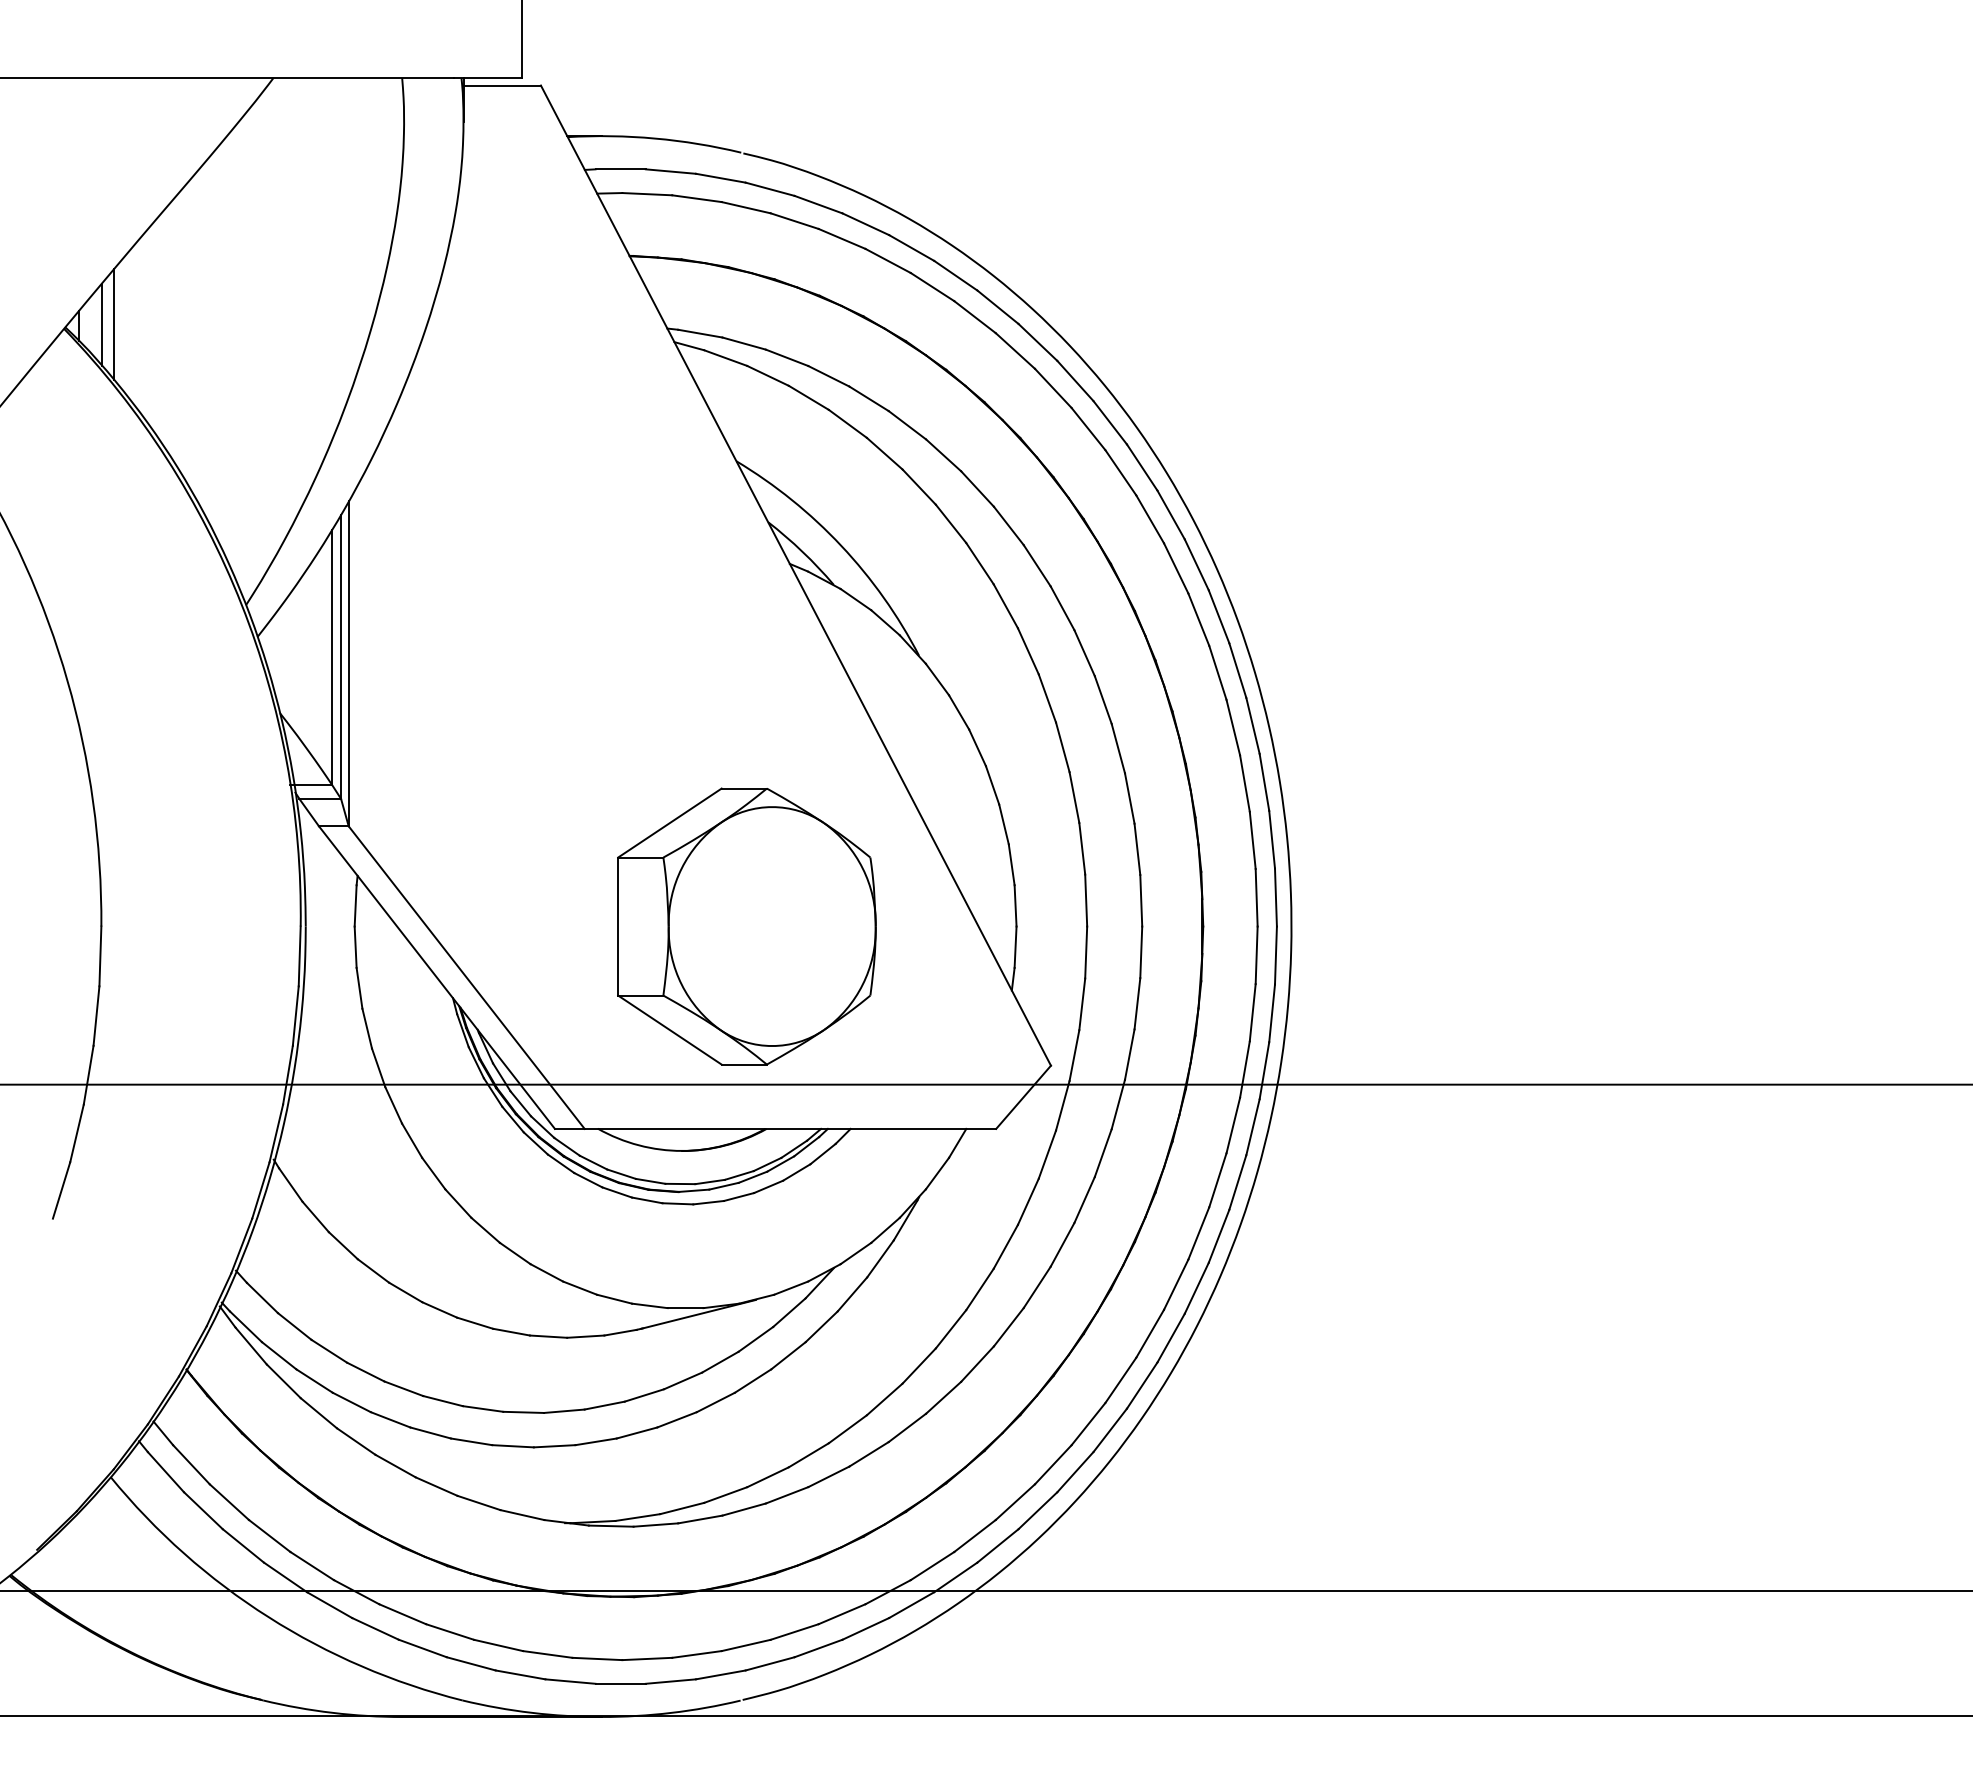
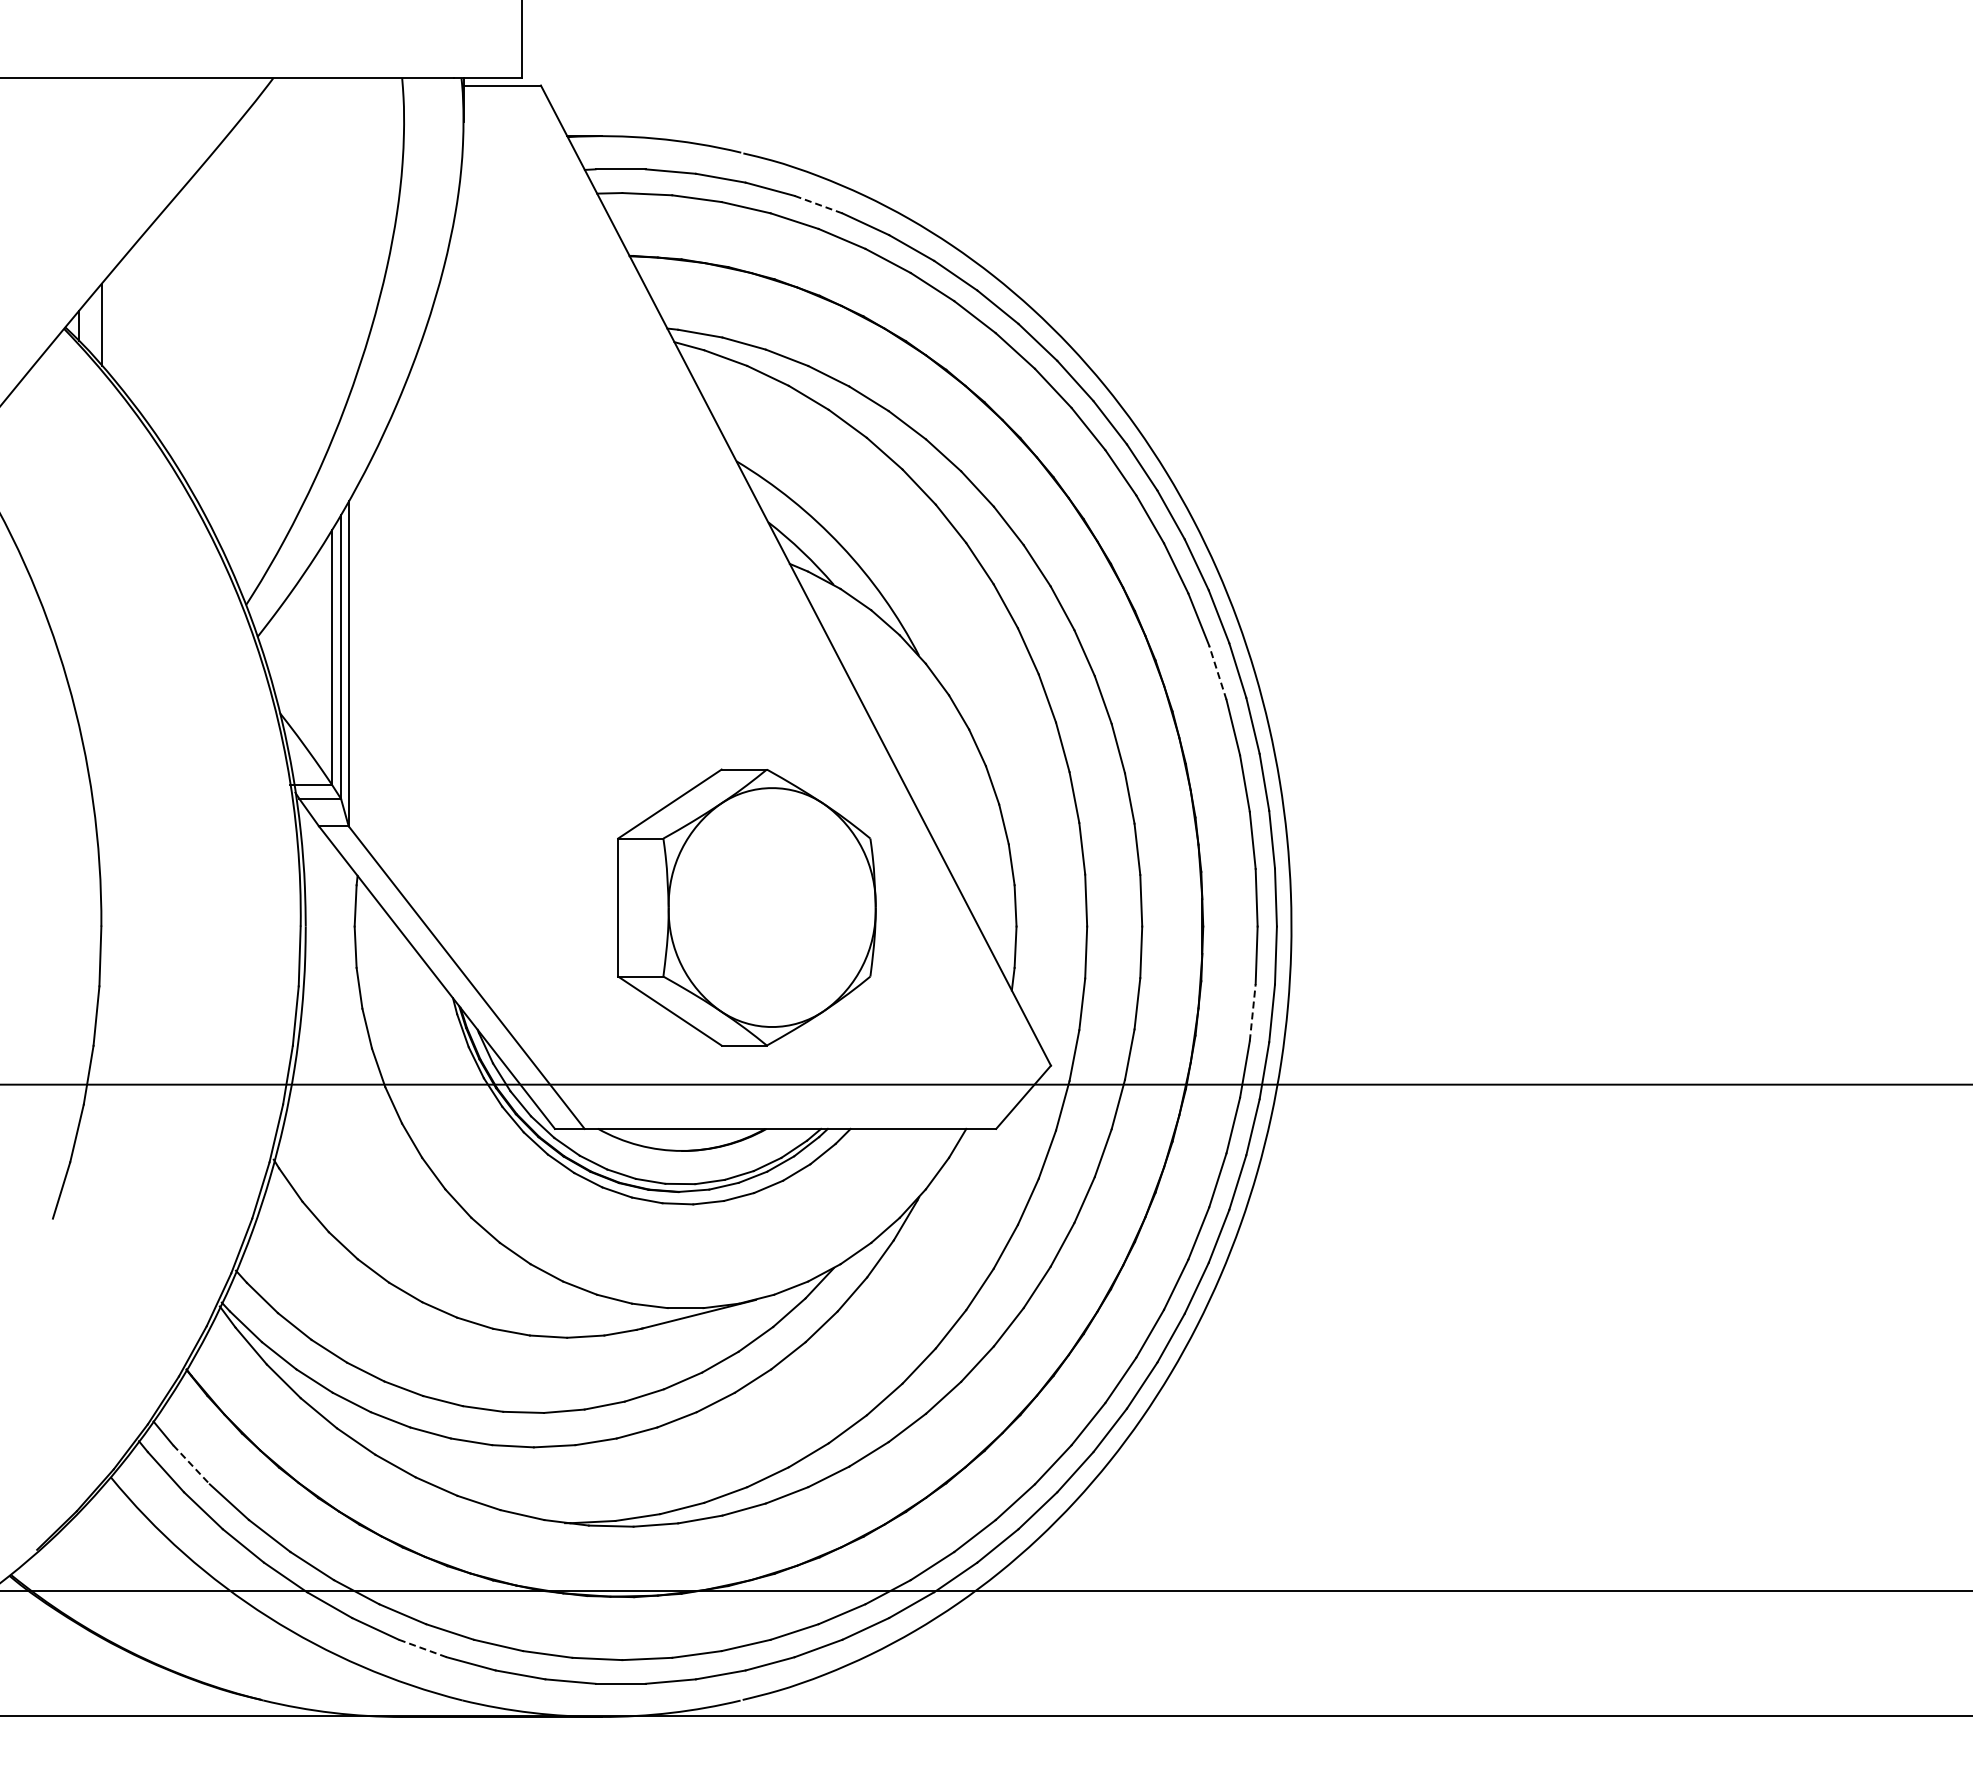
line at (818, 204): solid -> dashed
line at (114, 324): present -> none
line at (1217, 672): solid -> dashed
part at (746, 926) position: (746, 926) -> (746, 907)
line at (1252, 1012): solid -> dashed
line at (191, 1464): solid -> dashed
line at (422, 1648): solid -> dashed
